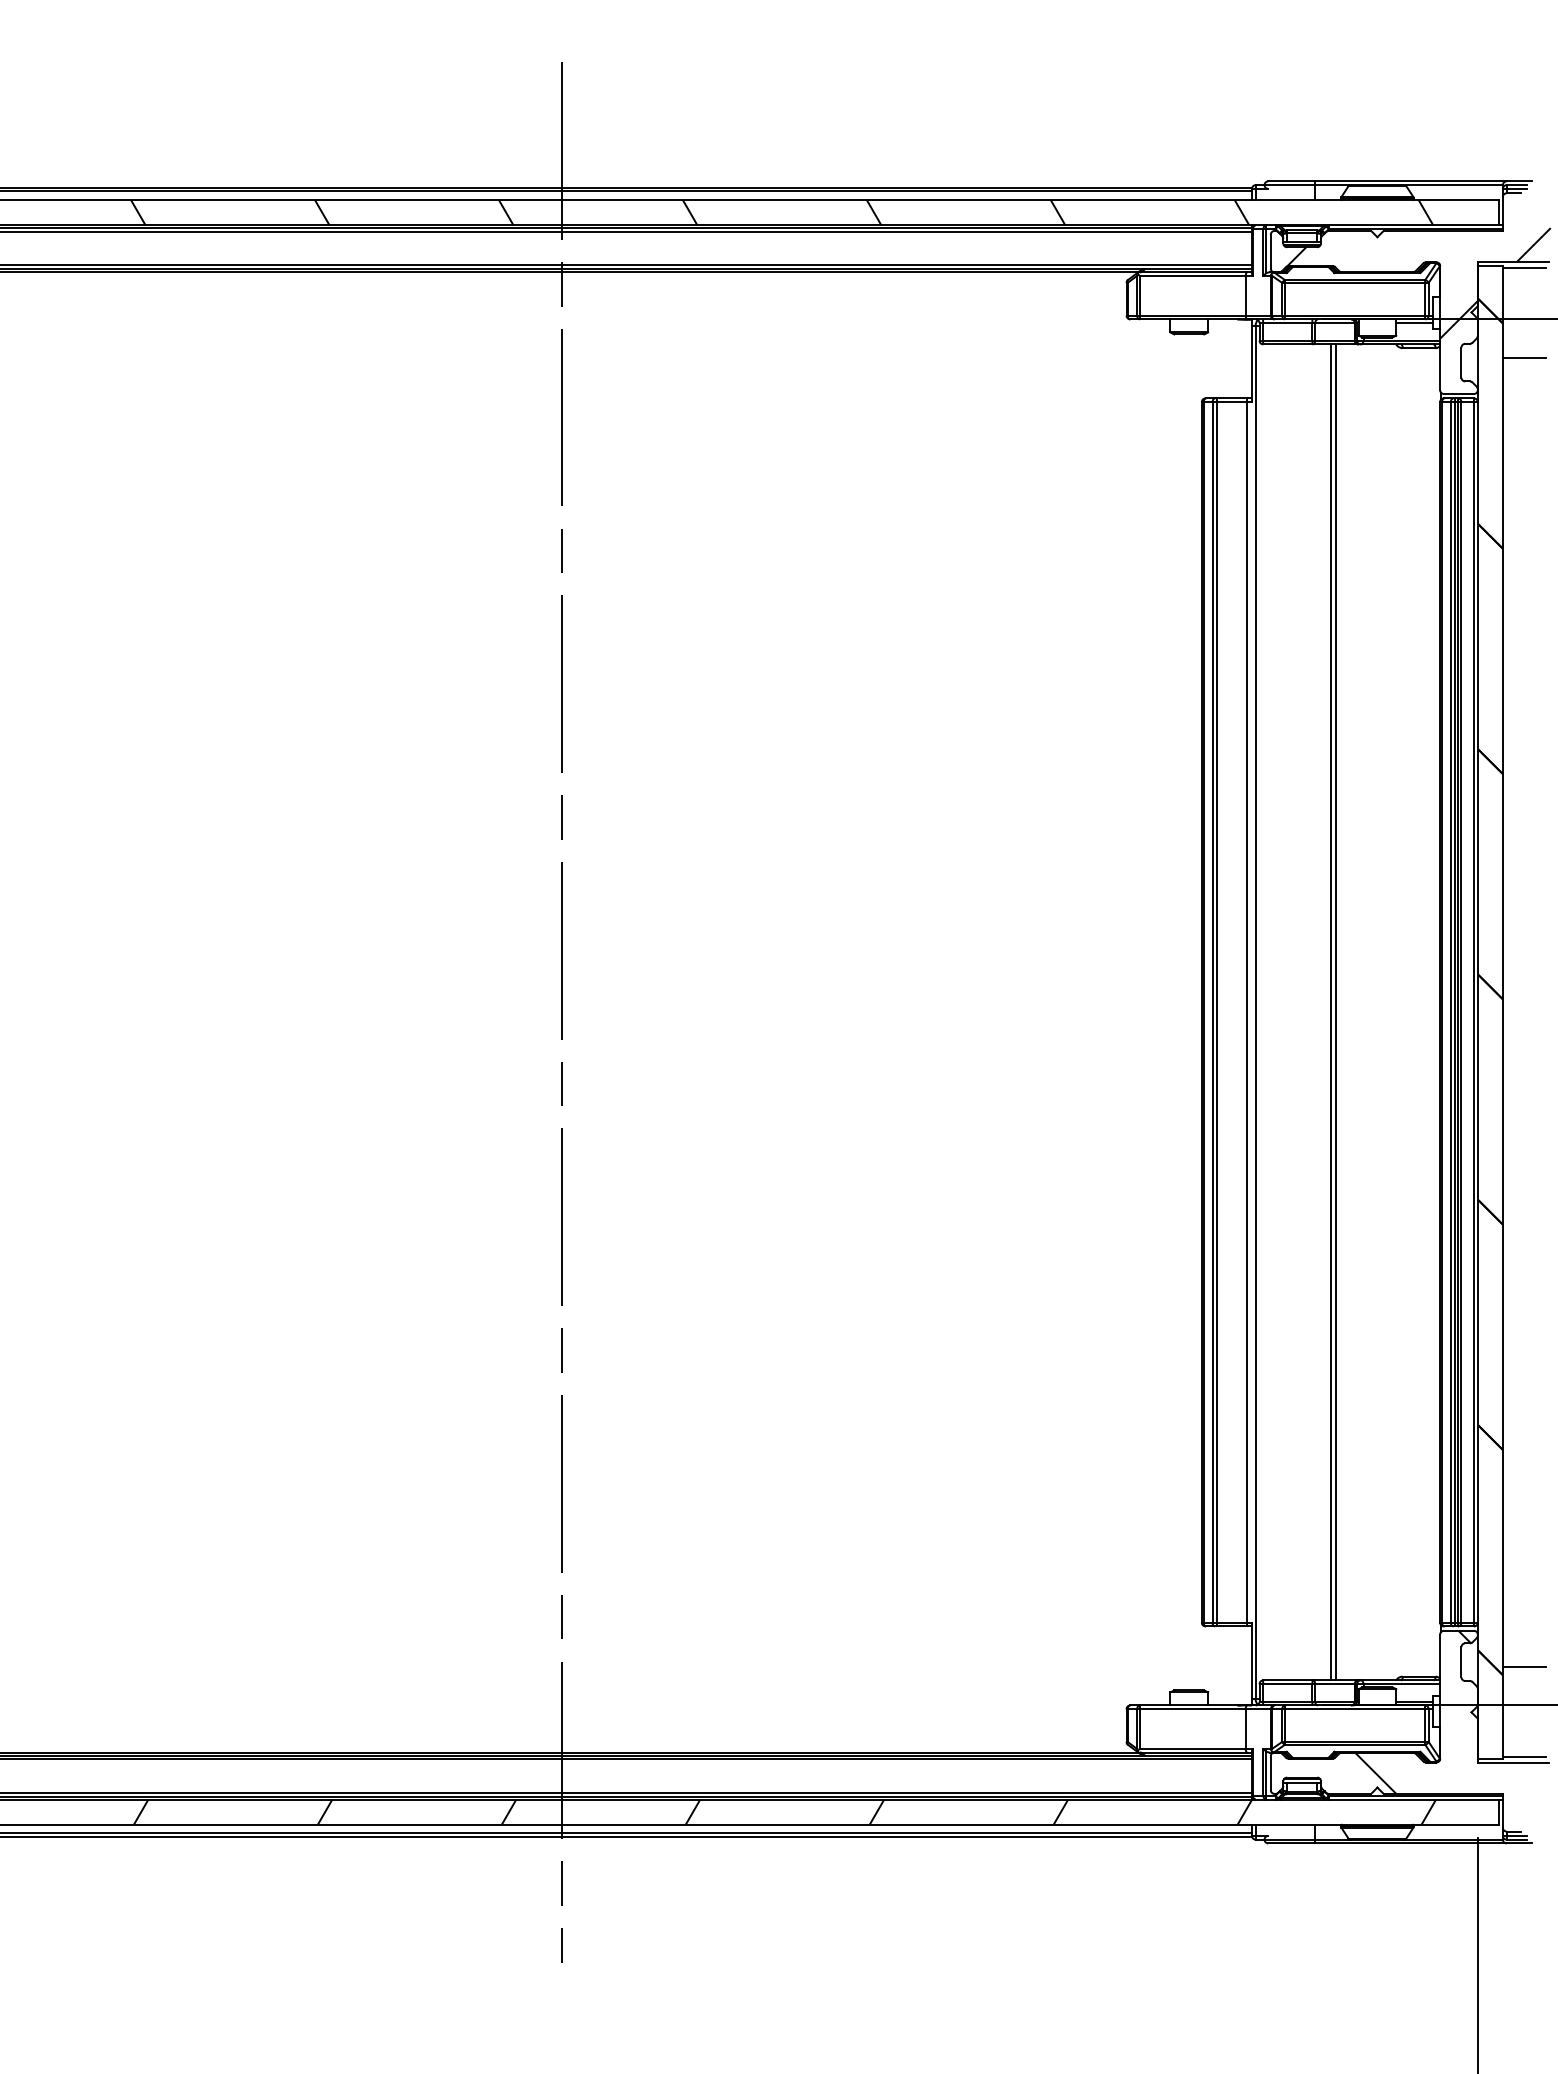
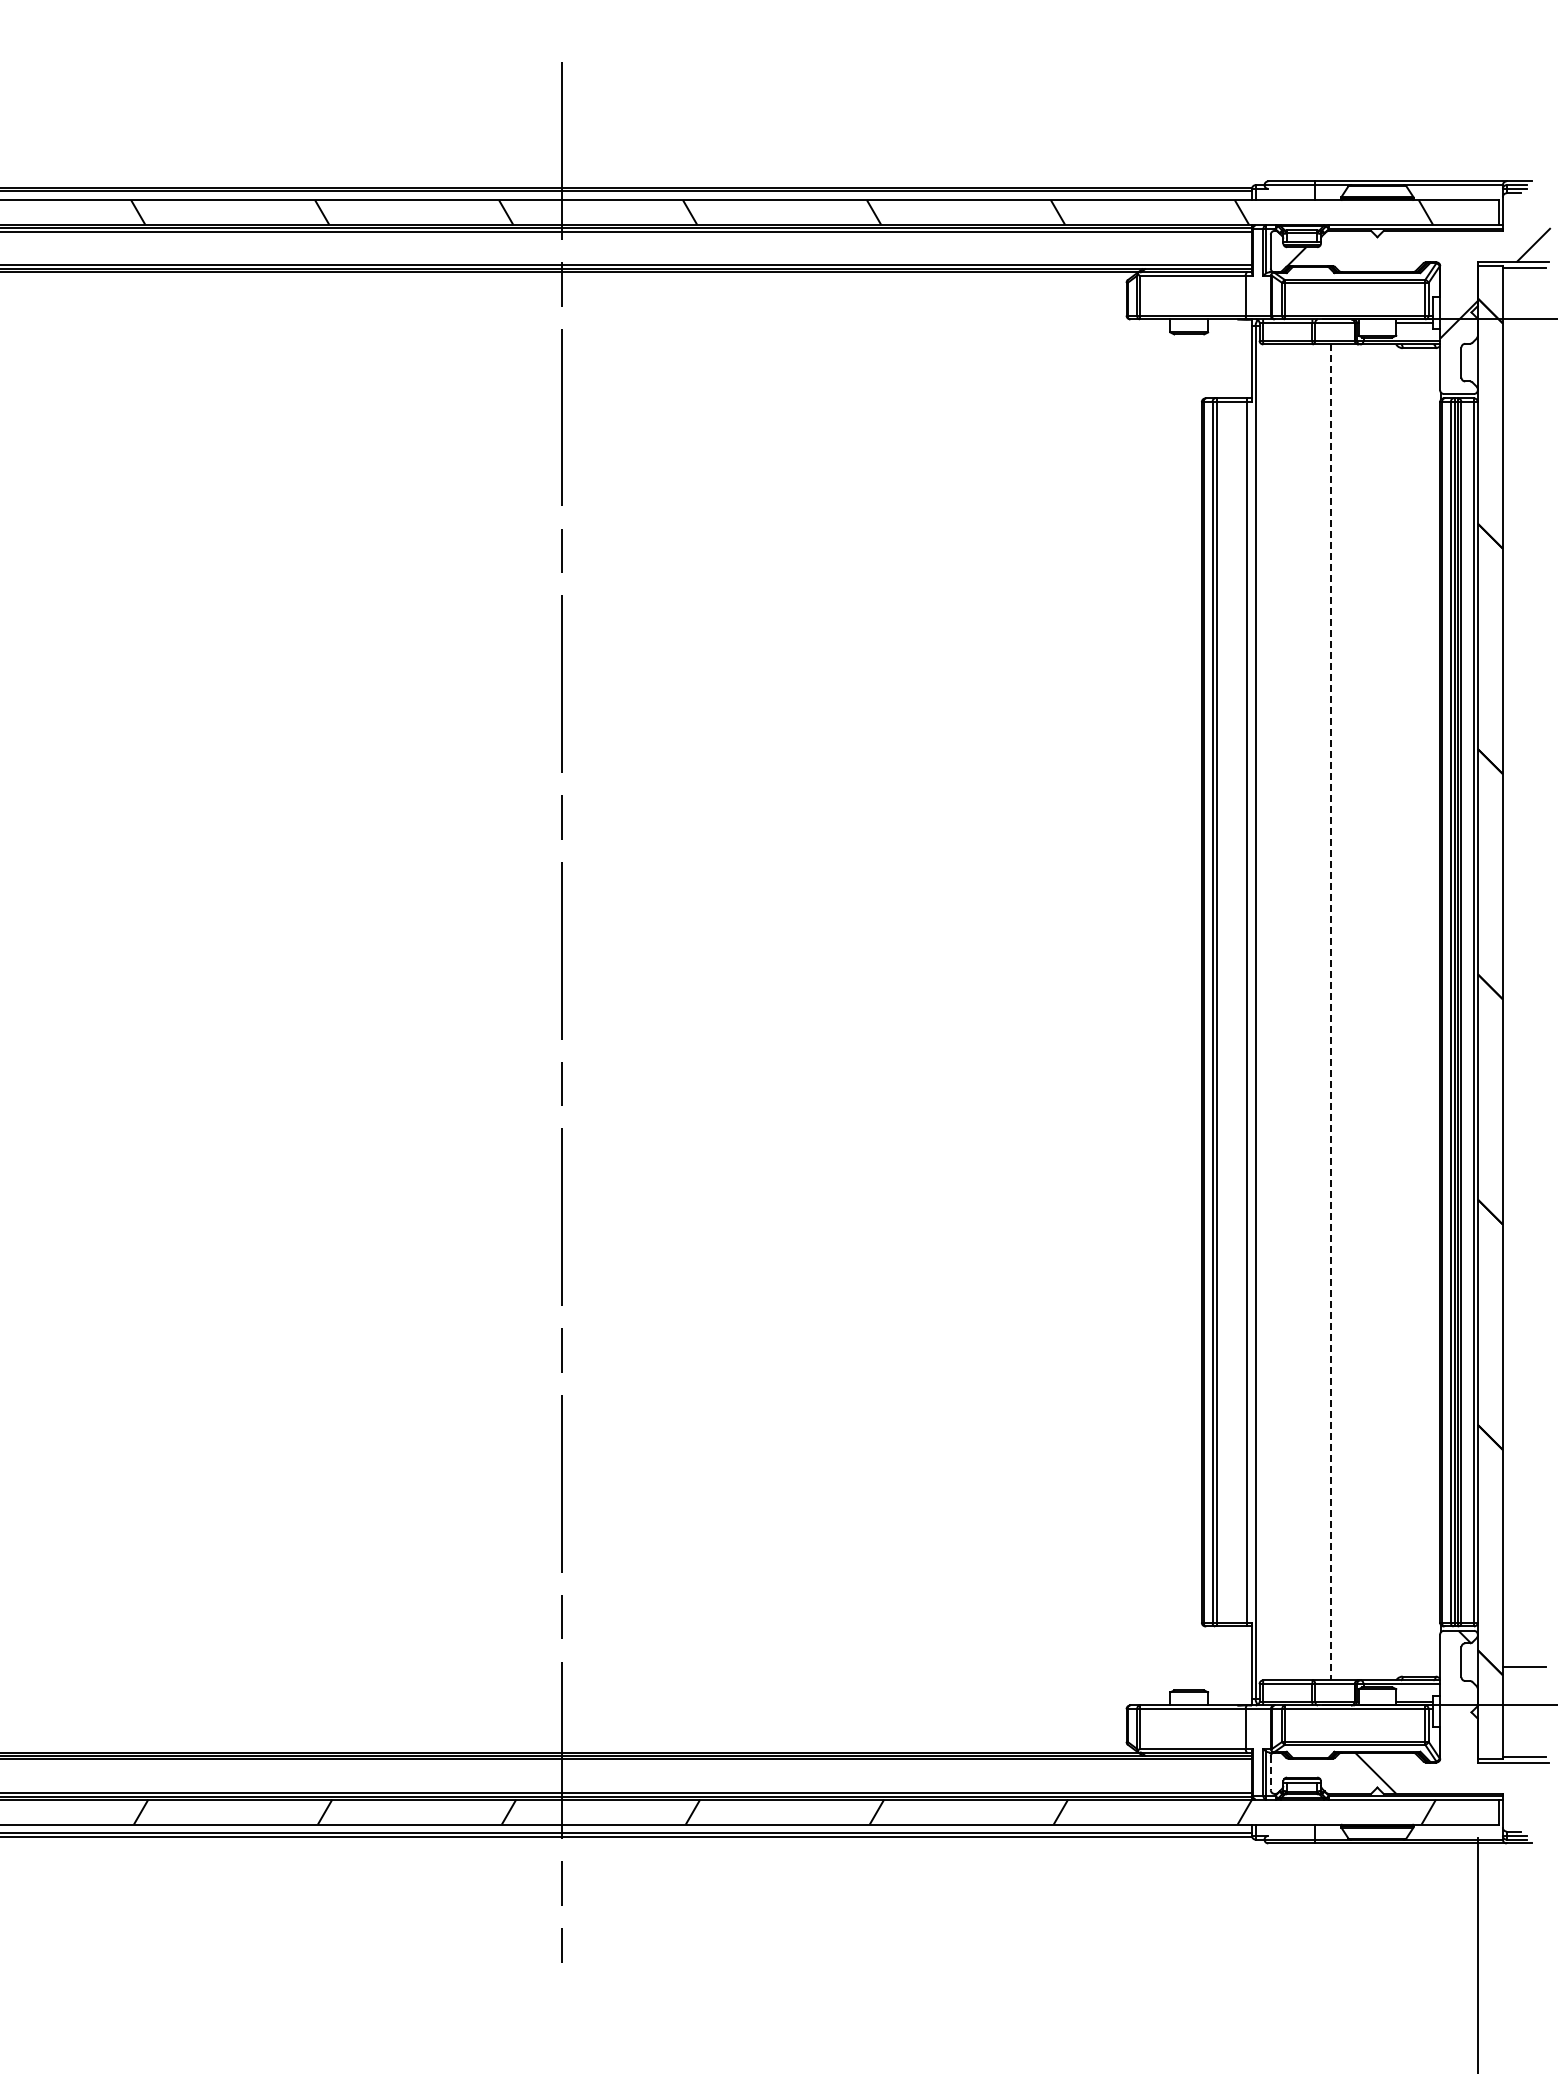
line at (1523, 358): present -> none
line at (1330, 1012): solid -> dashed
line at (1335, 1012): present -> none
line at (1270, 1773): solid -> dashed
